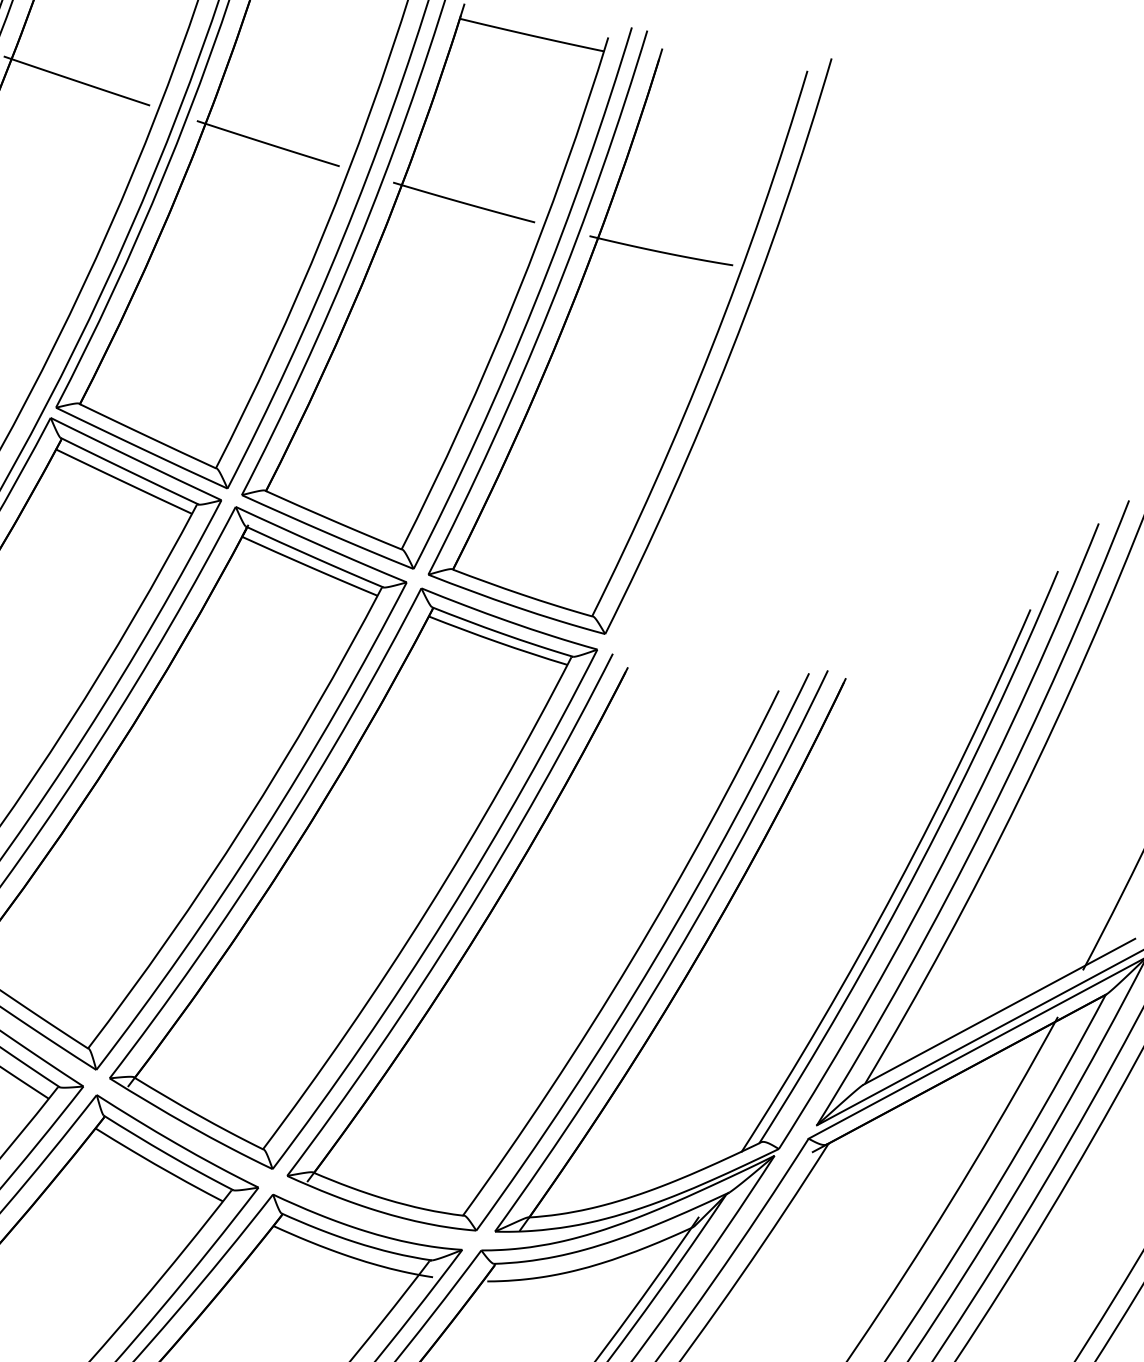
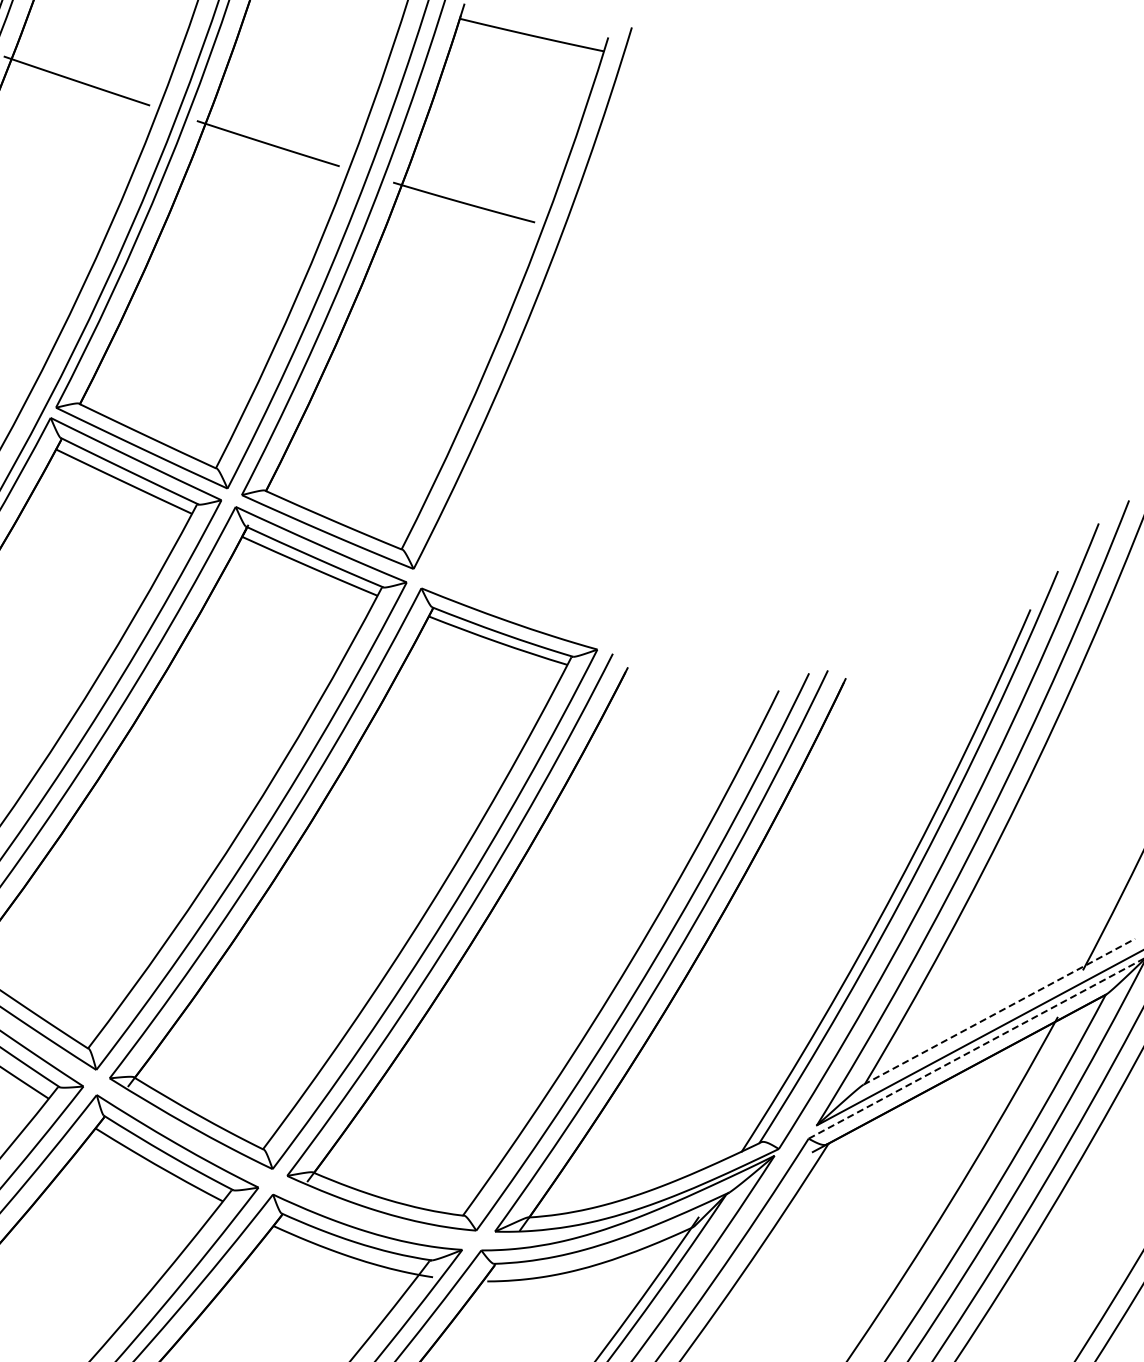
part at (571, 310): present -> none
line at (999, 1011): solid -> dashed
line at (976, 1048): solid -> dashed
